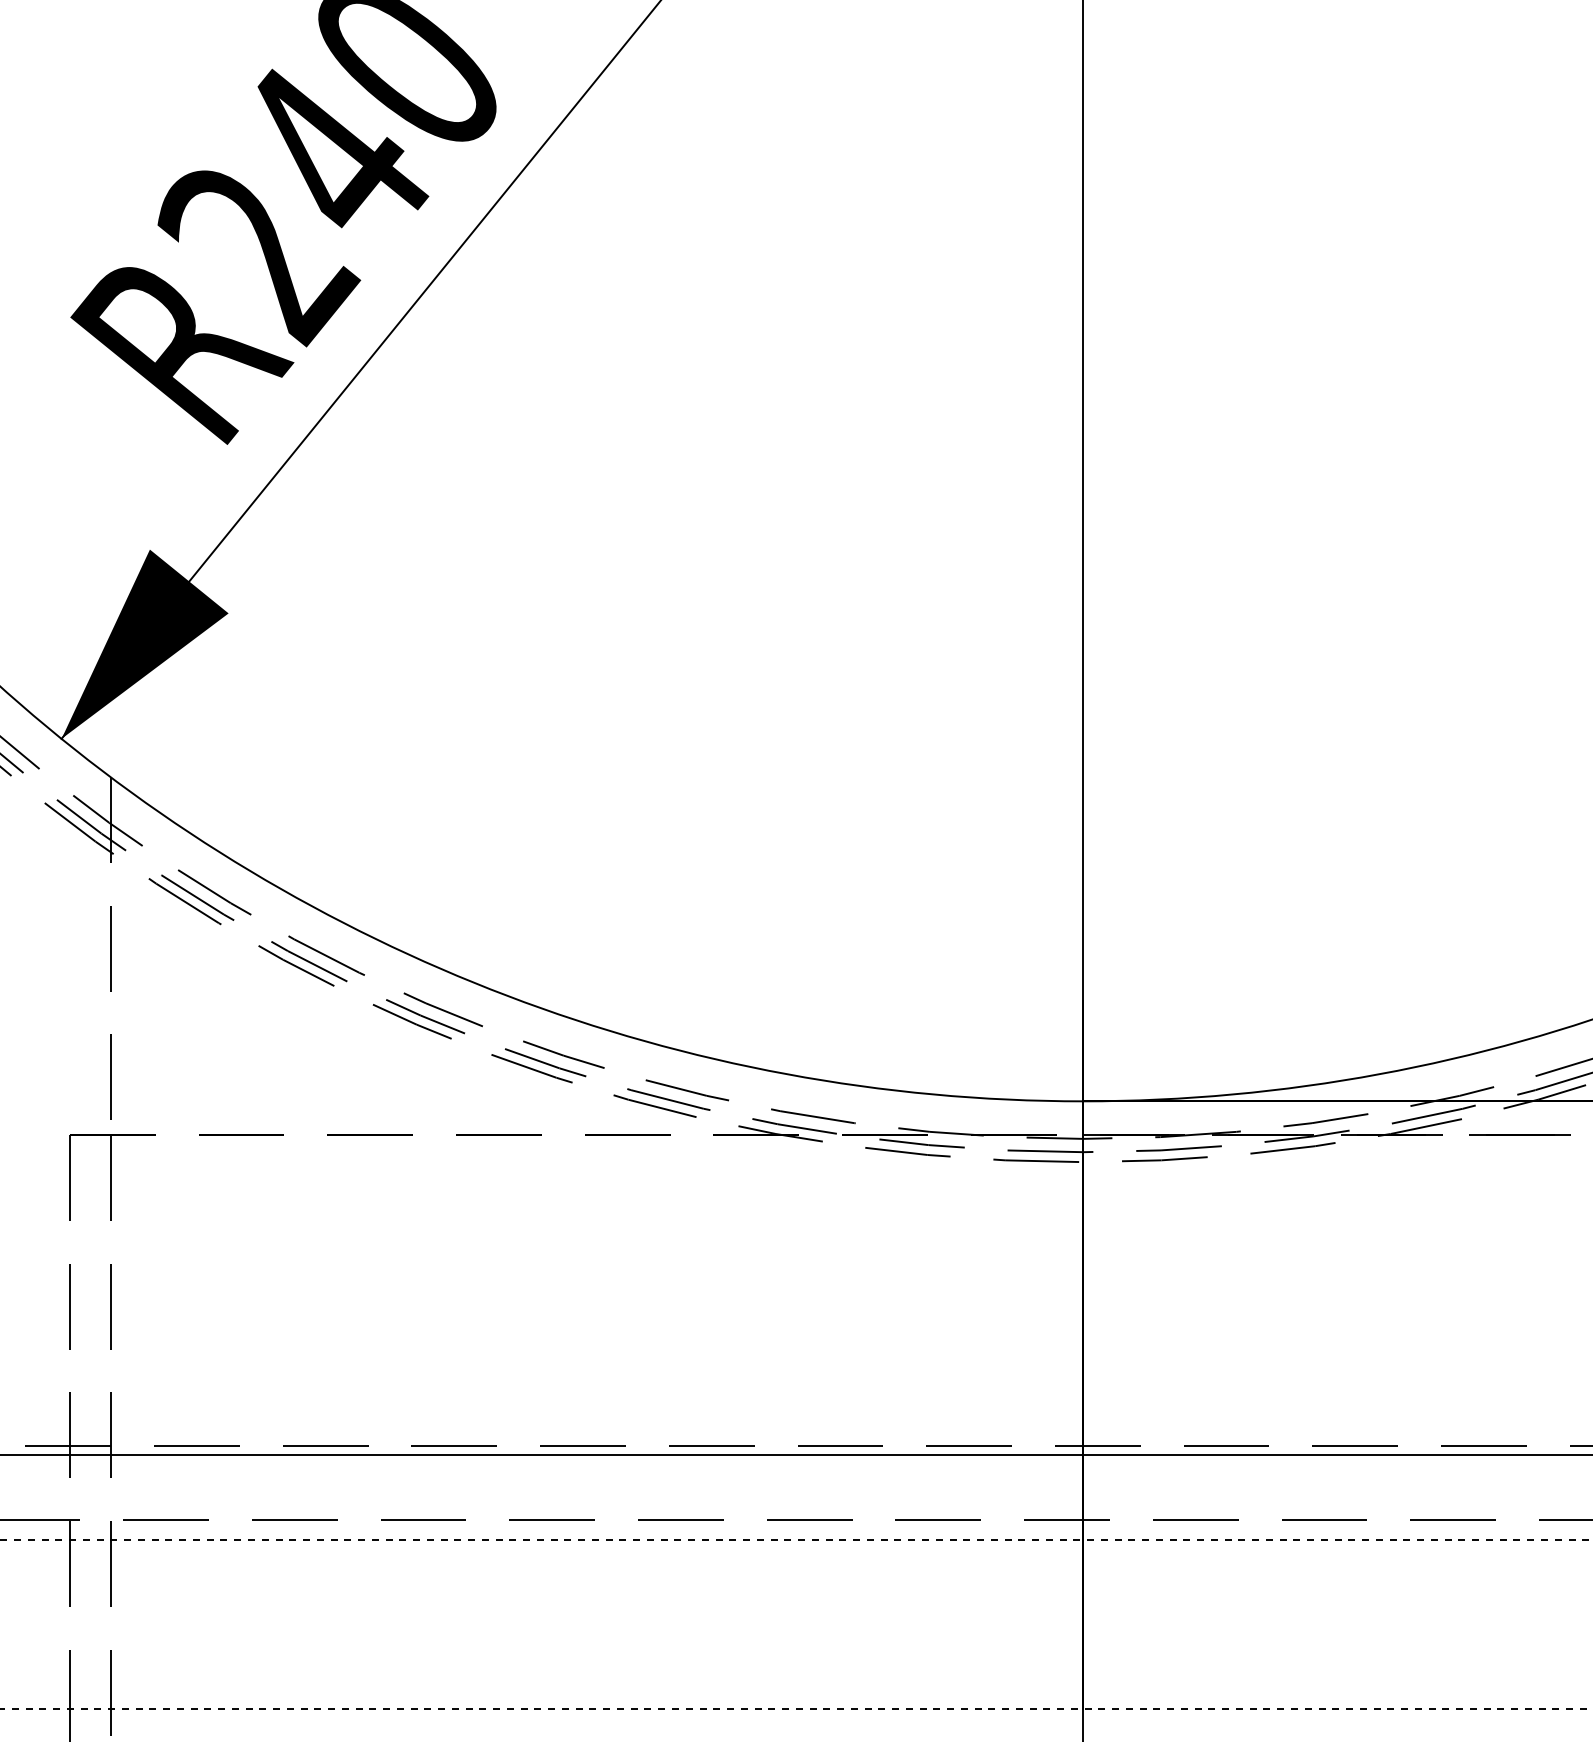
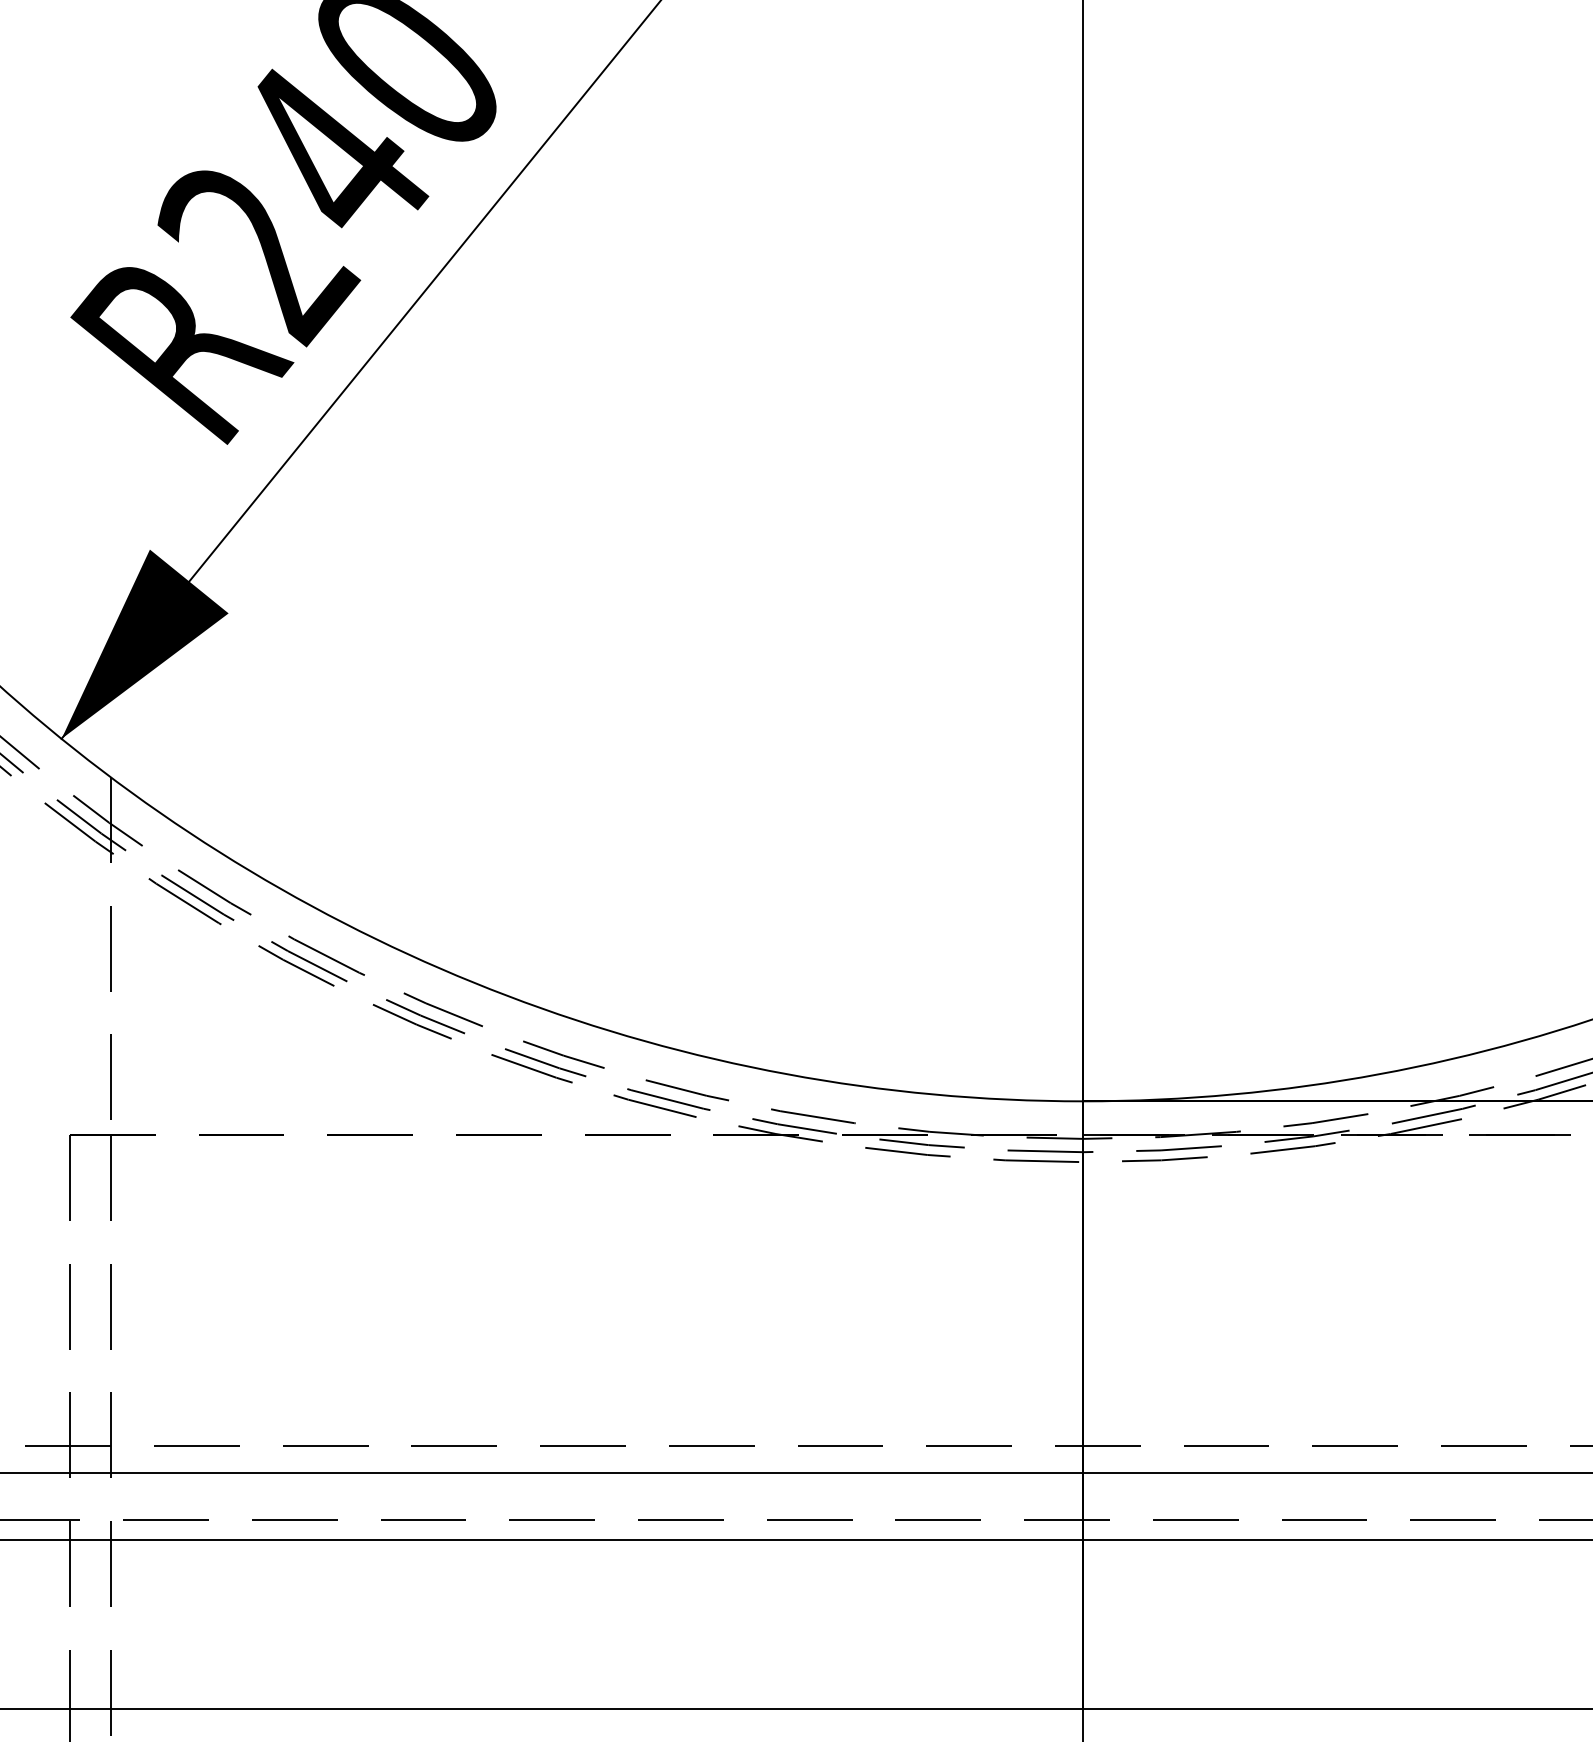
line at (795, 1454) position: (795, 1454) -> (795, 1472)
line at (796, 1540): dashed -> solid
line at (796, 1709): dashed -> solid
